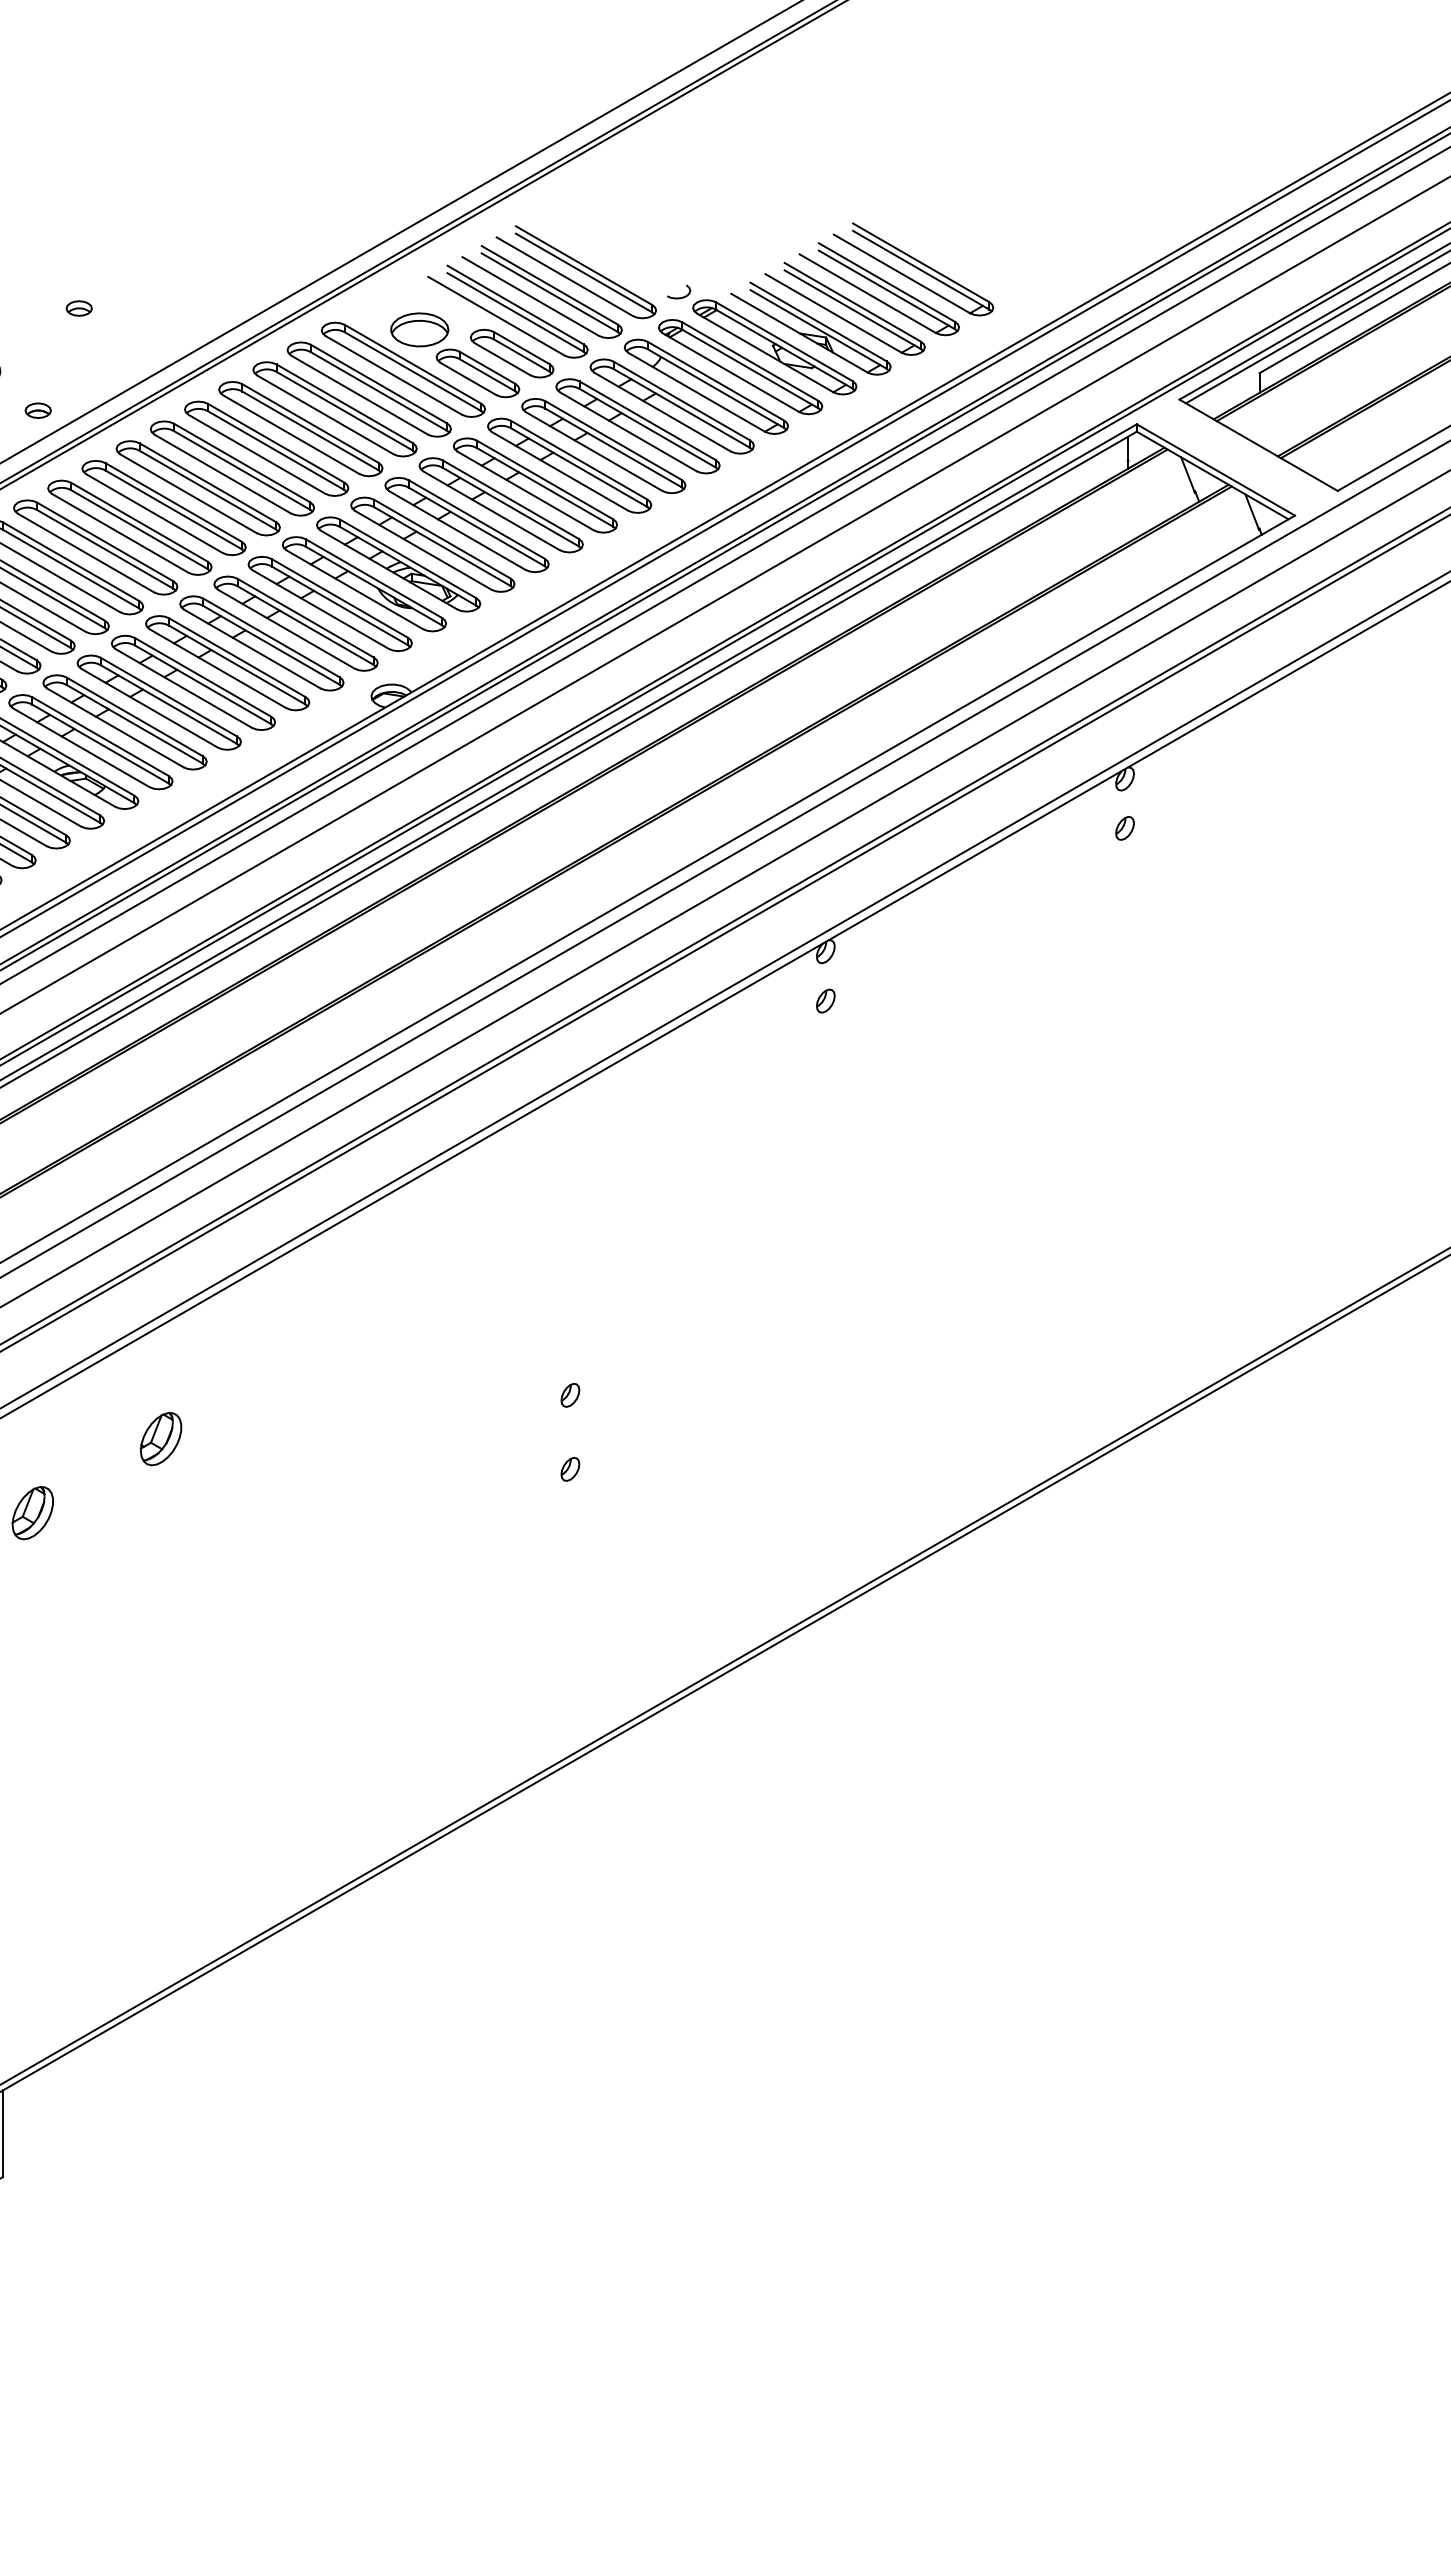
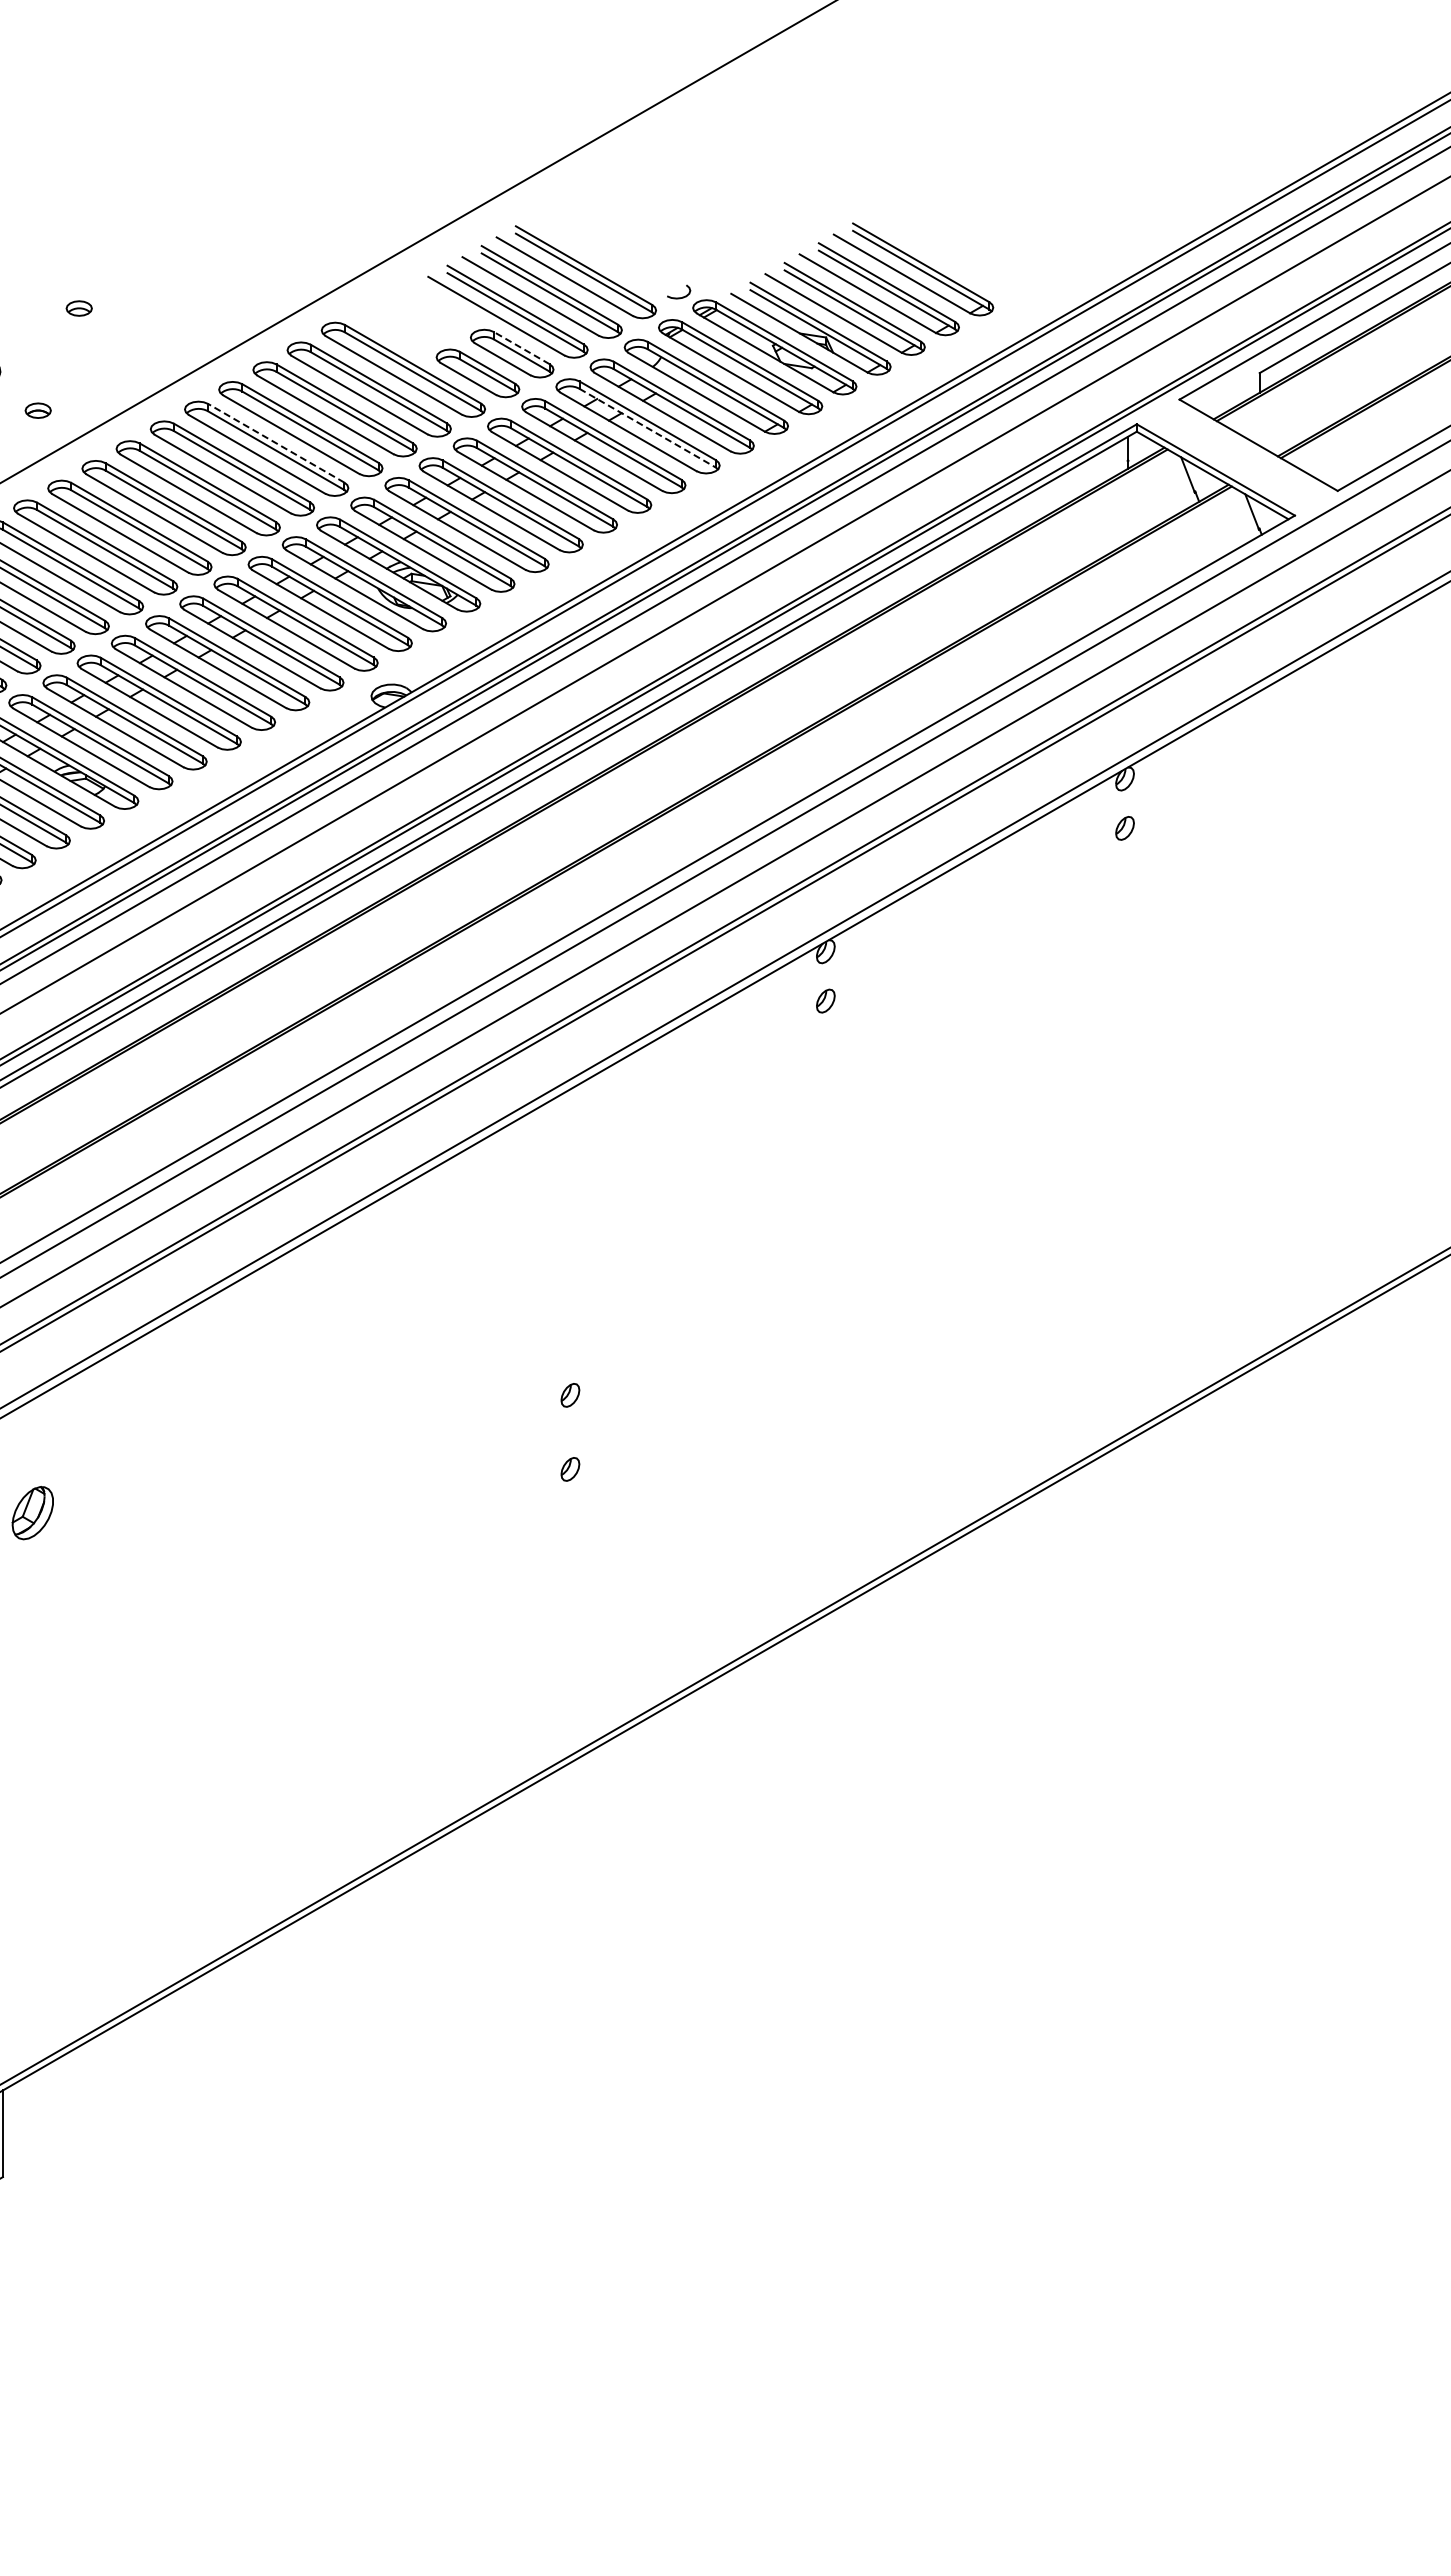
line at (400, 232): present -> none
line at (423, 245): present -> none
line at (1316, 327): present -> none
part at (419, 329): present -> none
line at (521, 347): solid -> dashed
line at (647, 428): solid -> dashed
line at (276, 443): solid -> dashed
part at (160, 1438): present -> none
